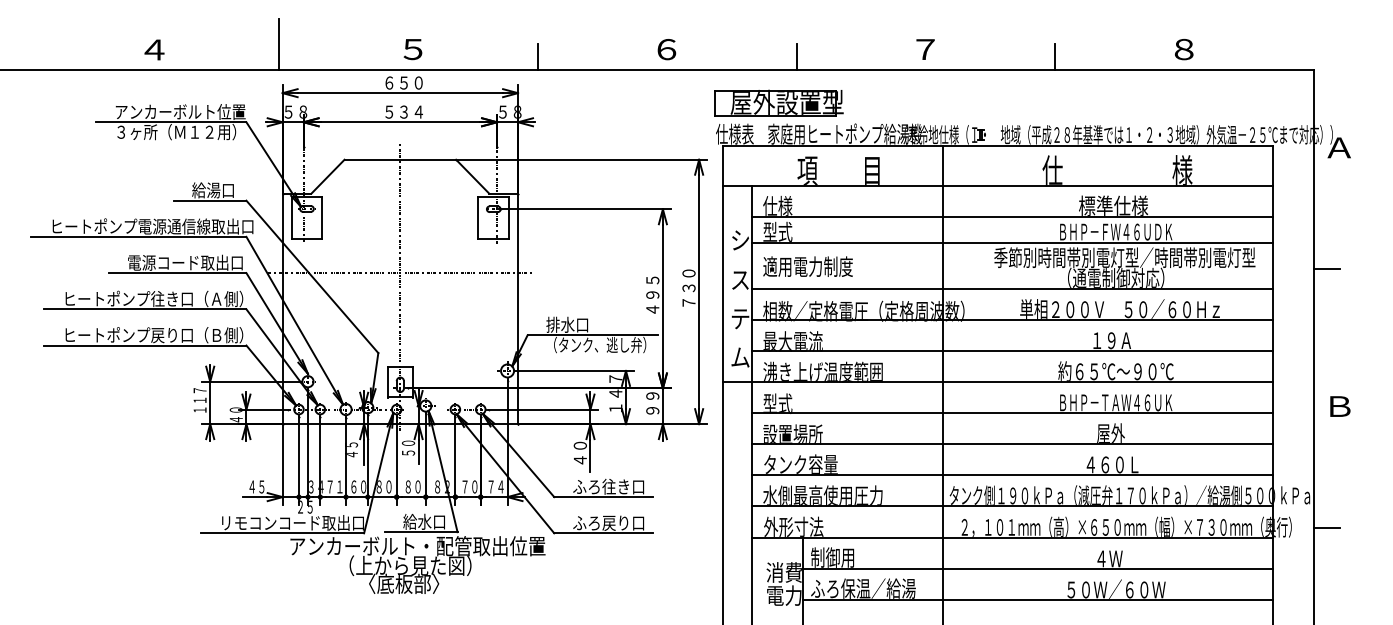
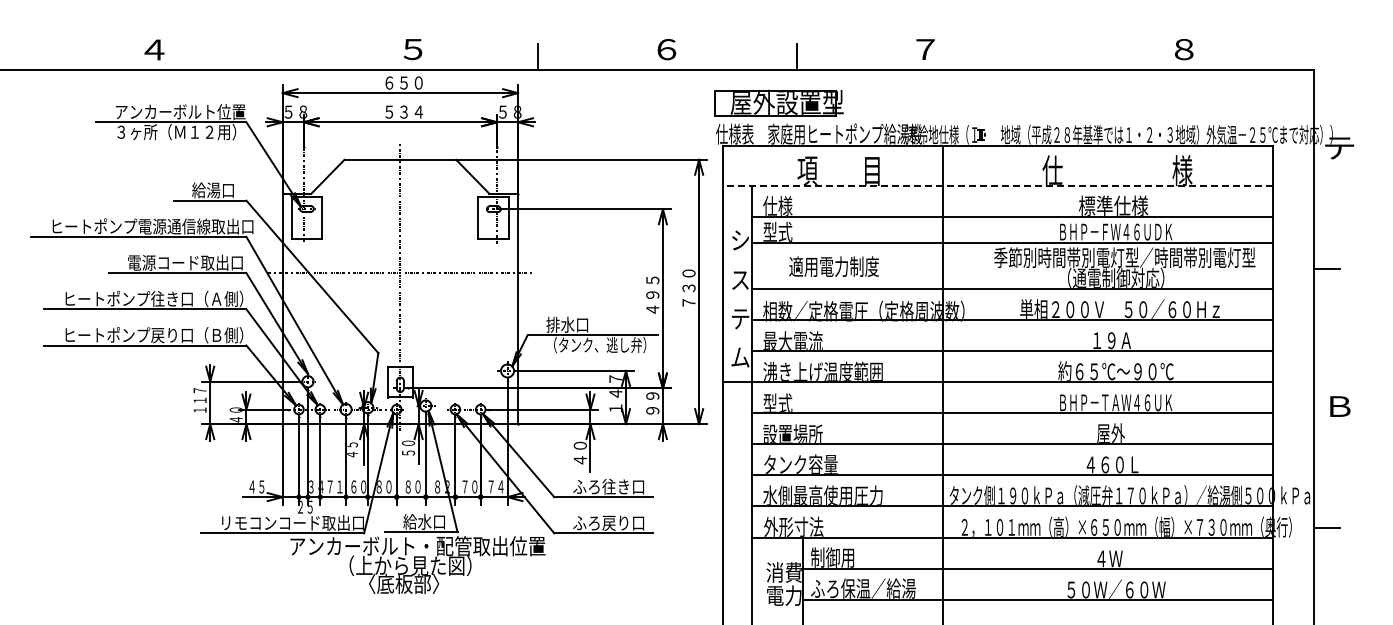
line at (279, 44): present -> none
line at (1055, 57): present -> none
text at (1339, 148): Ａ -> テ
line at (998, 185): solid -> dashed
text at (807, 266) position: (807, 266) -> (833, 266)
